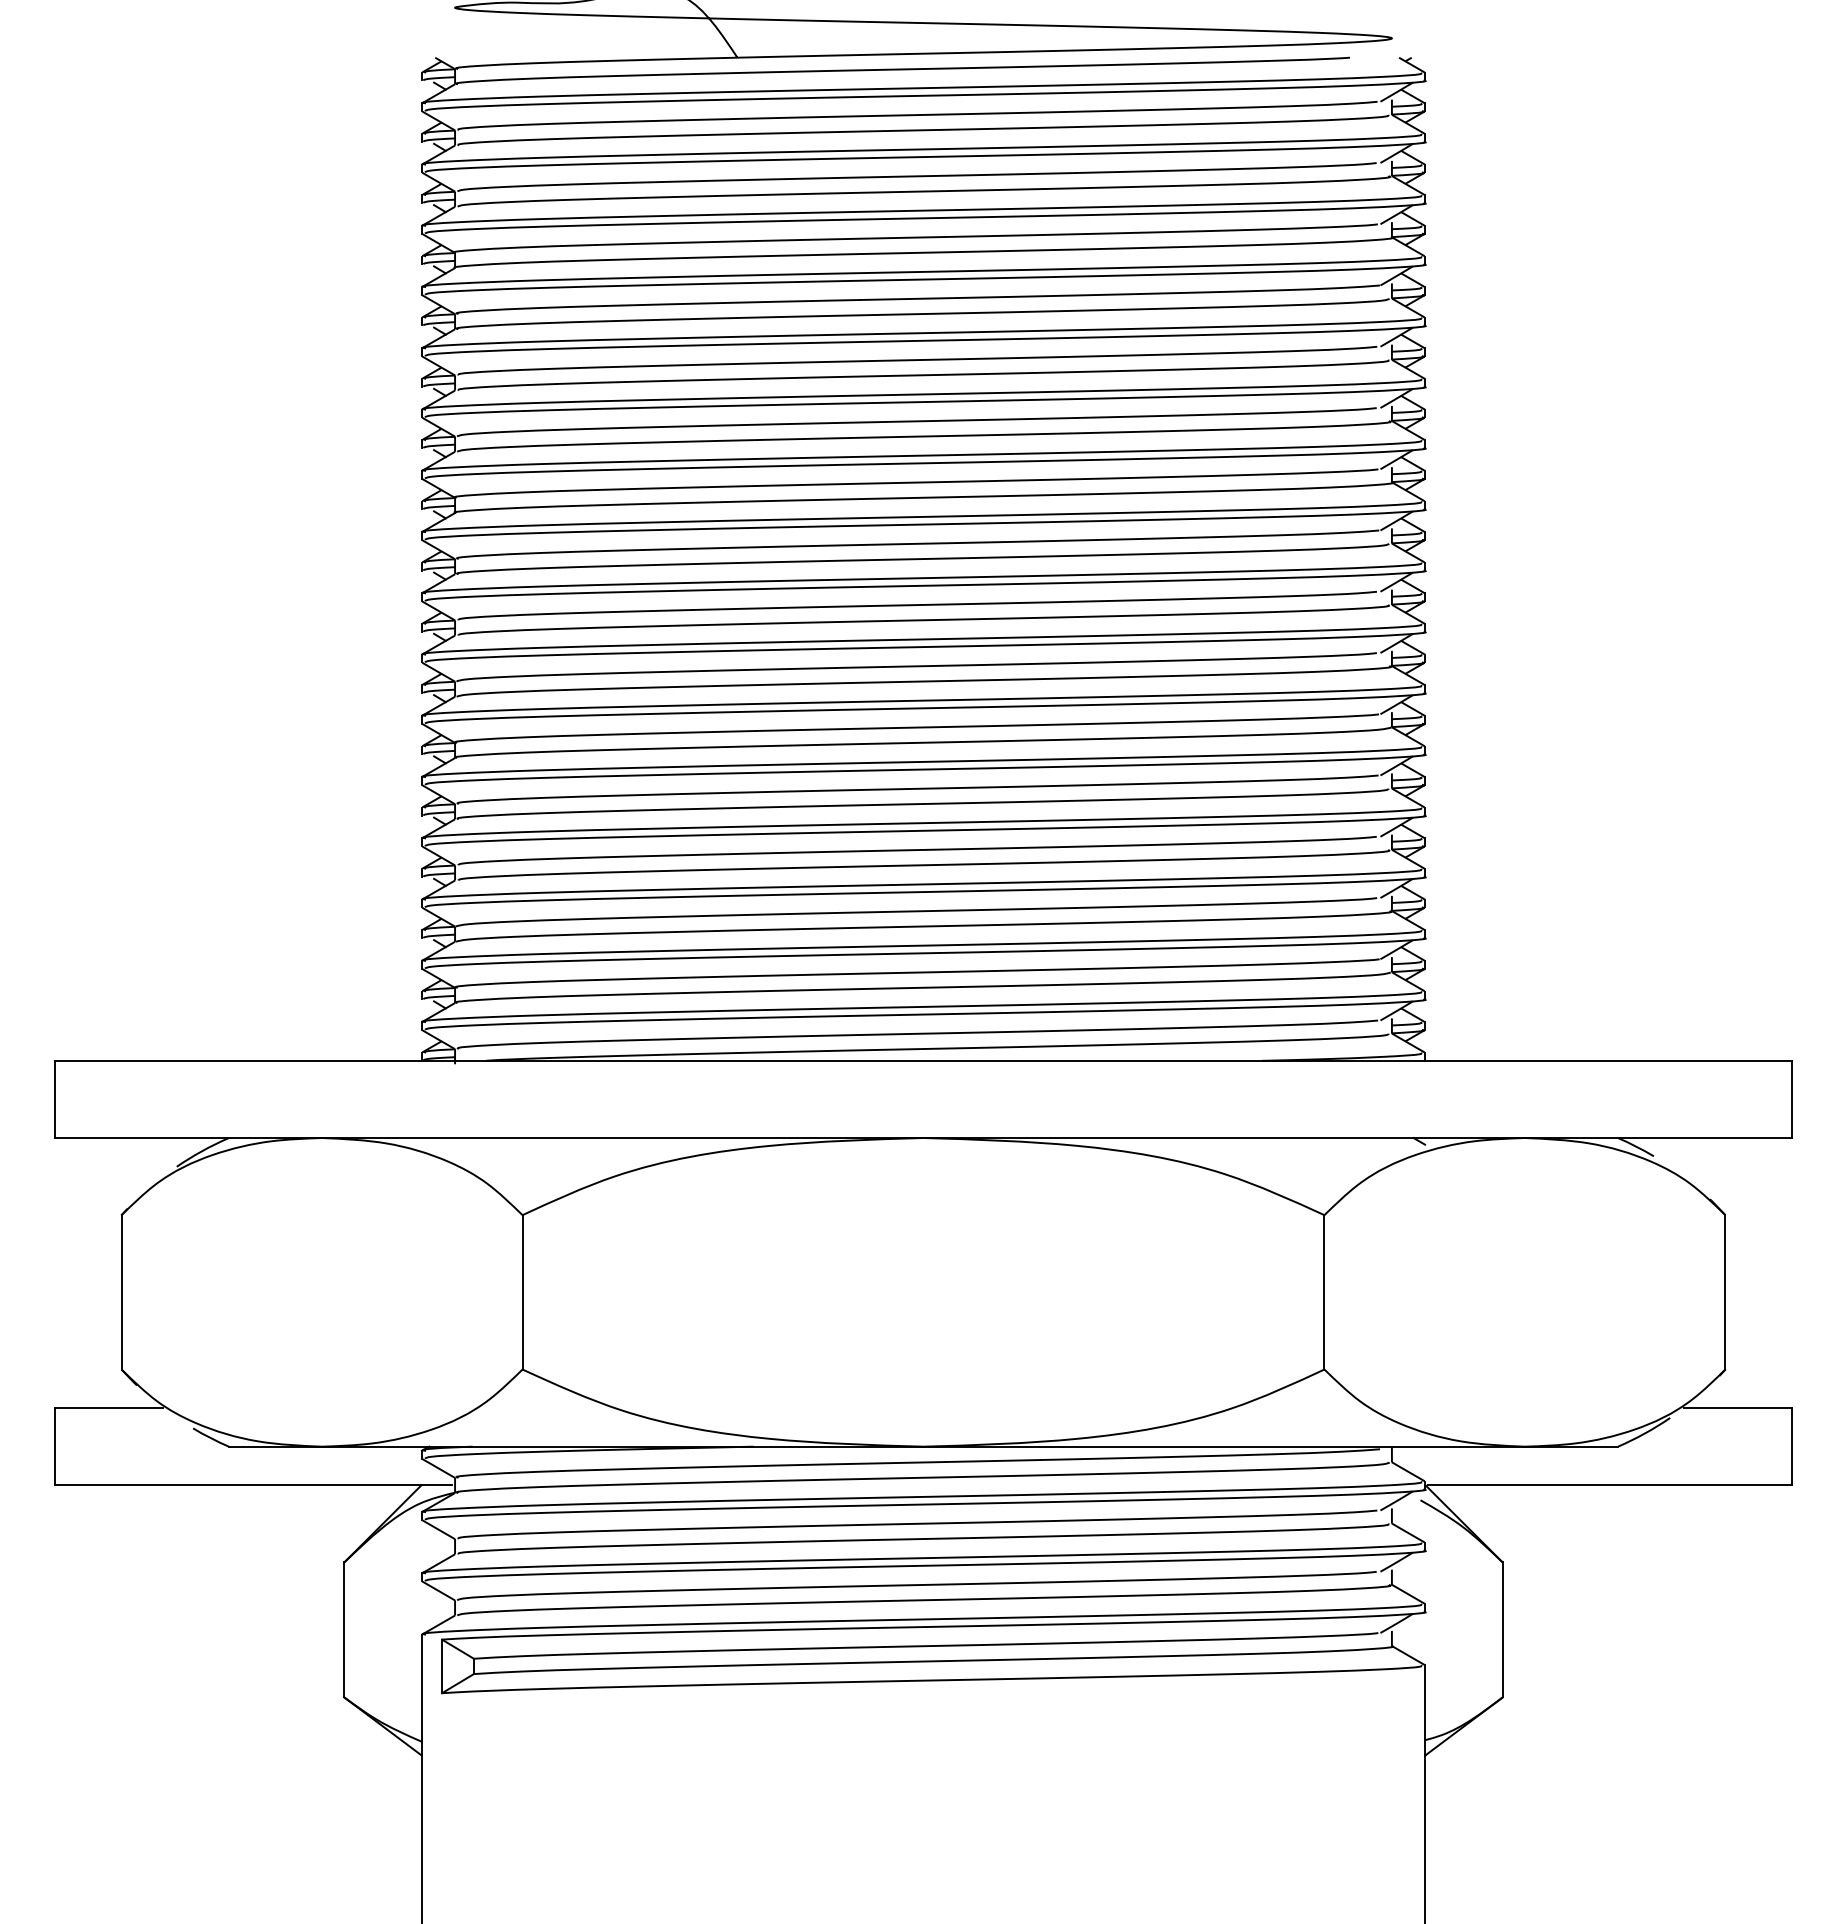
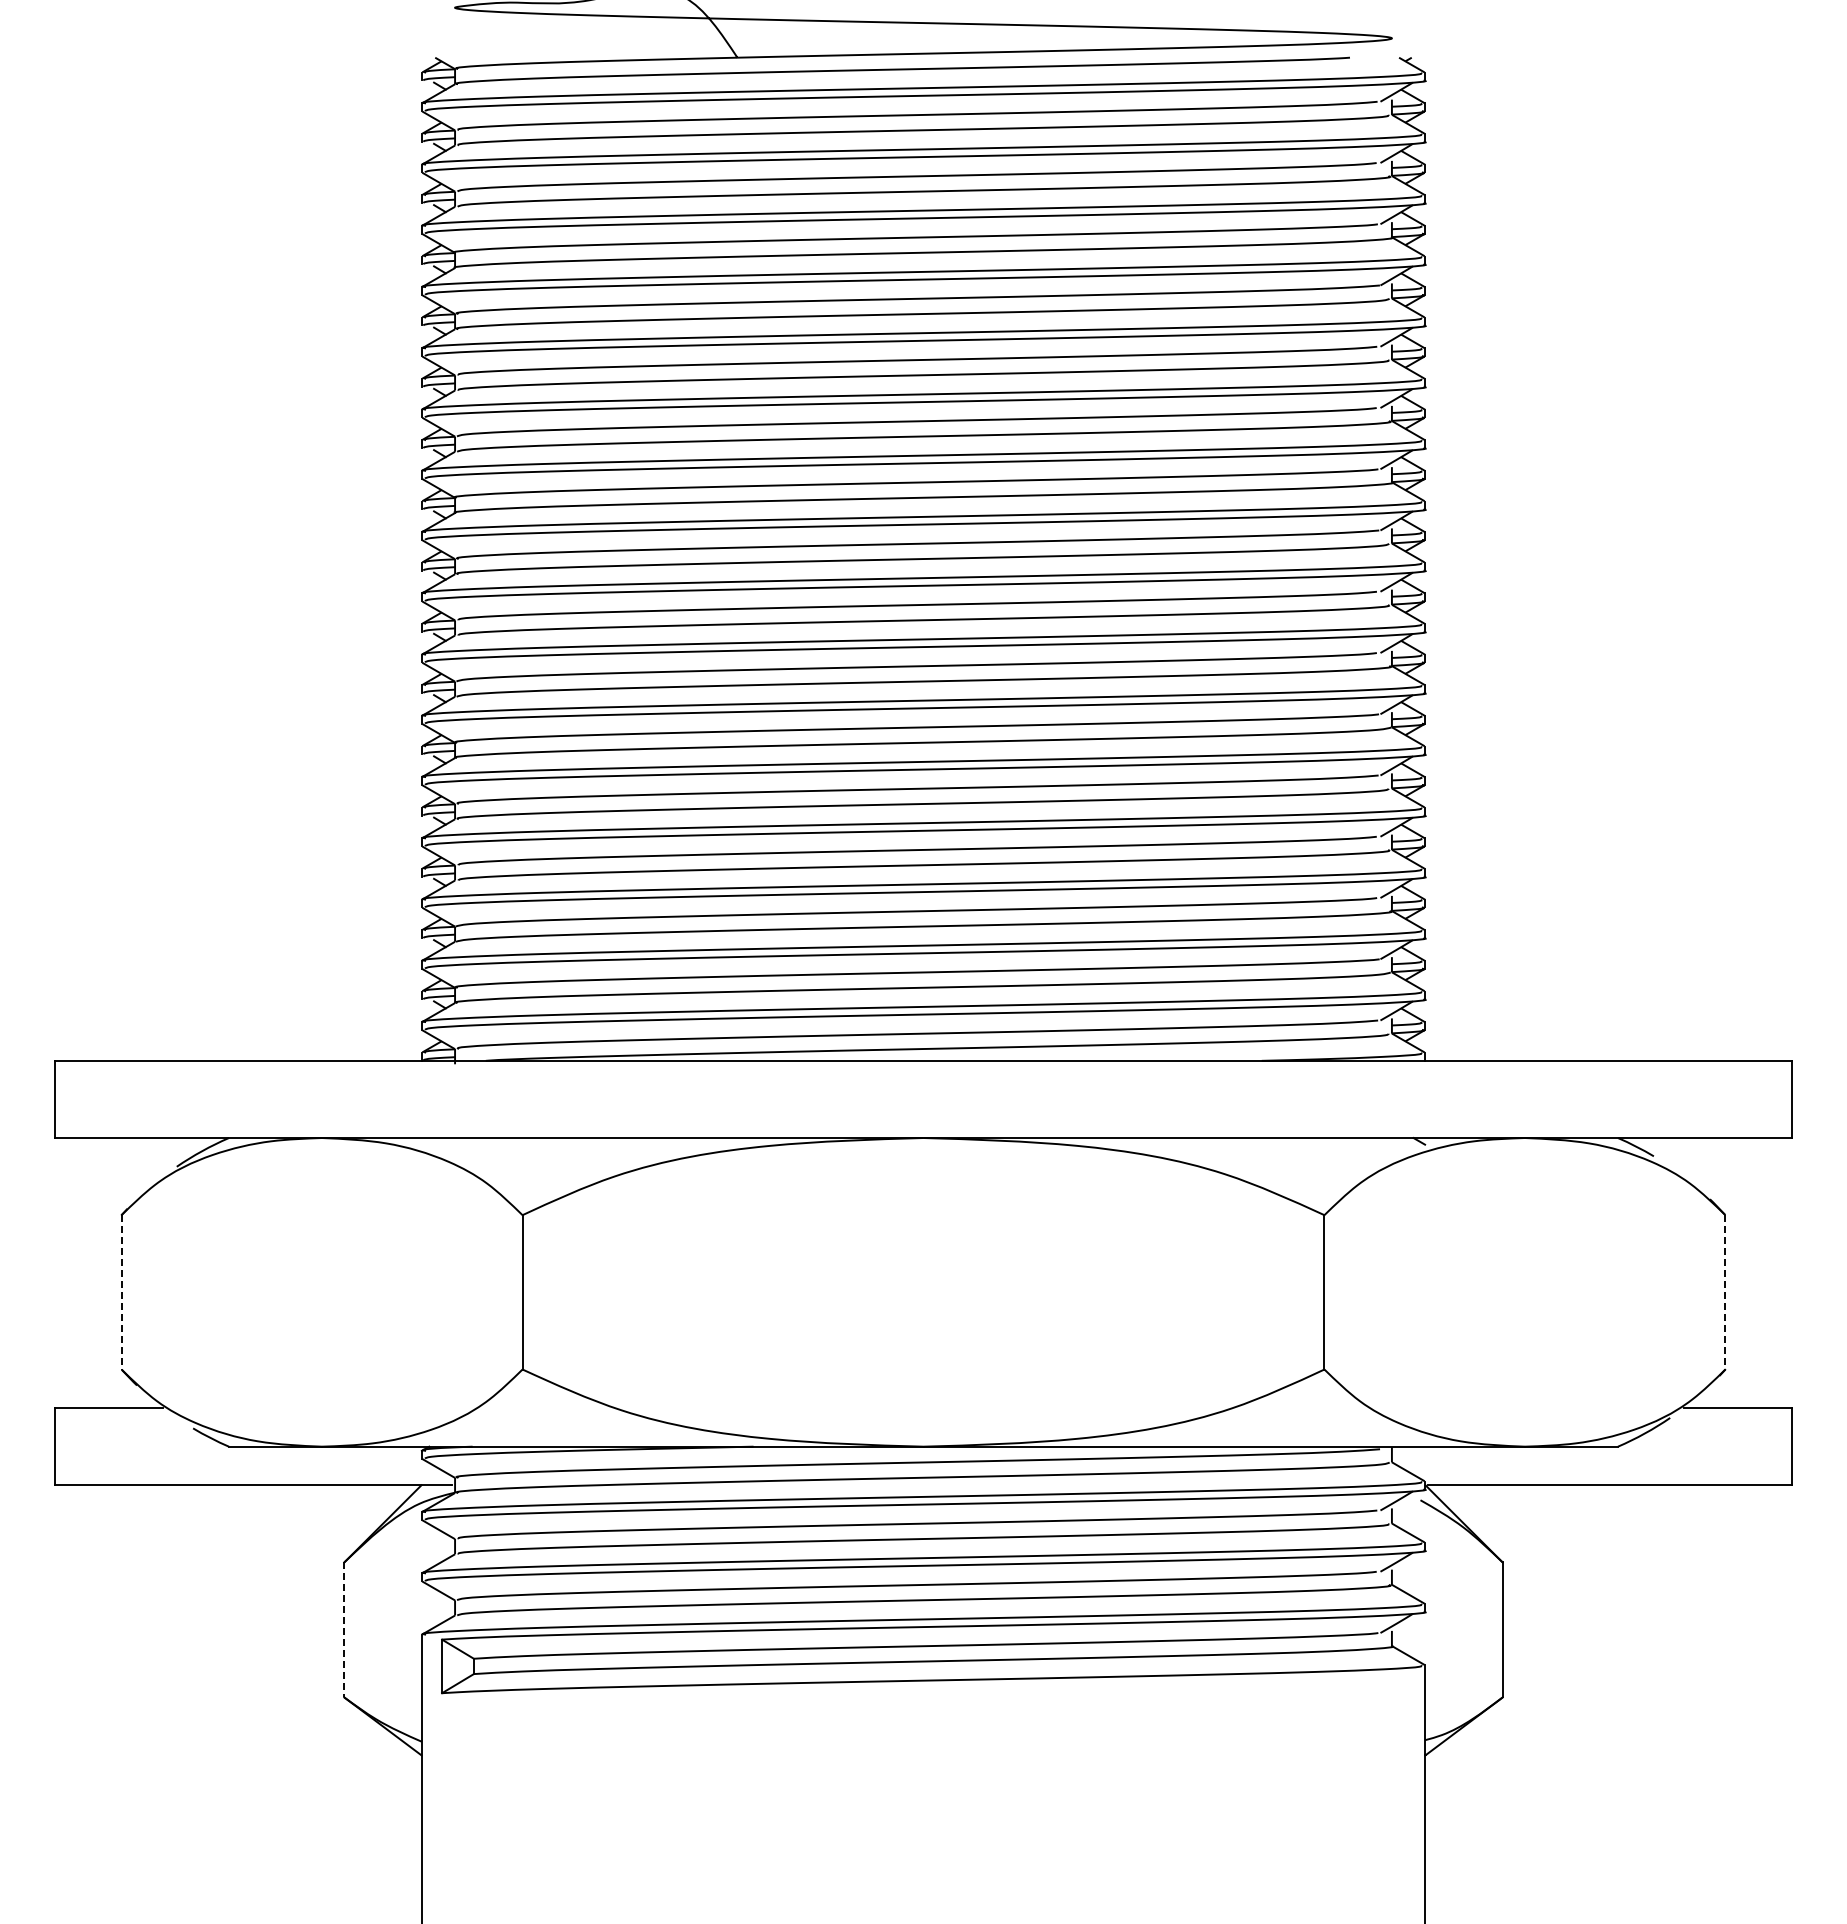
line at (121, 1292): solid -> dashed
line at (1725, 1292): solid -> dashed
line at (344, 1629): solid -> dashed
